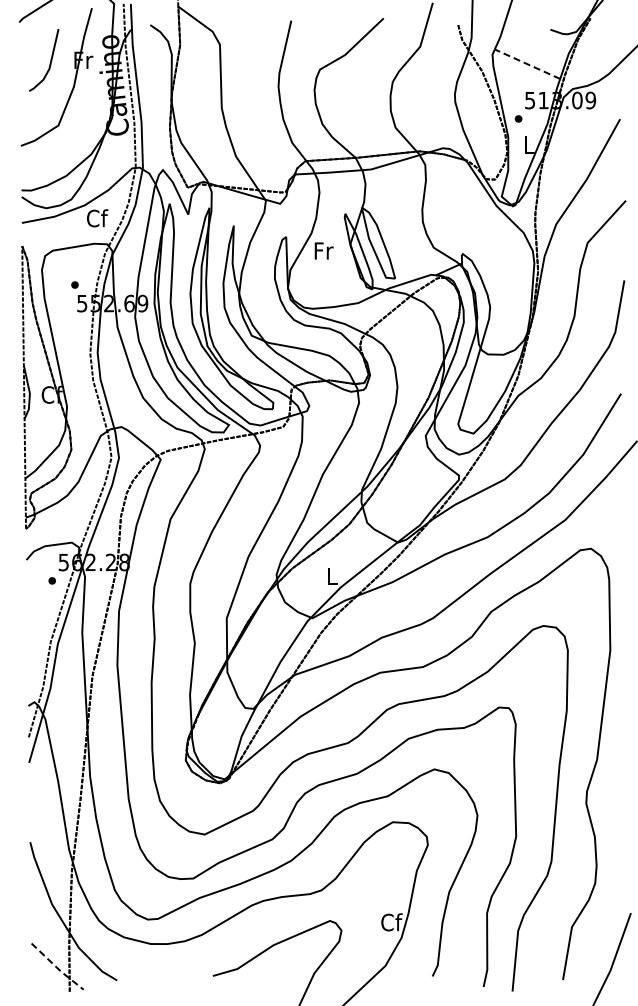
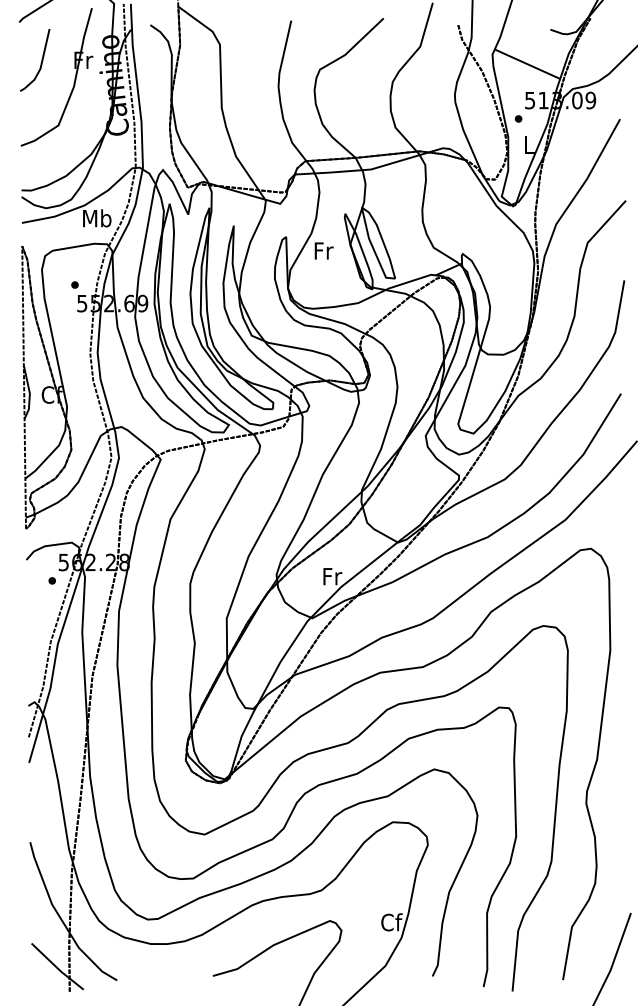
line at (49, 63) position: (49, 63) -> (40, 63)
line at (527, 64): dashed -> solid
text at (97, 218): Cf -> Mb
text at (332, 576): L -> Fr
line at (57, 968): dashed -> solid
